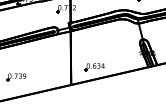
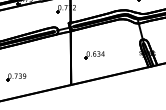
part at (94, 67) position: (94, 67) -> (94, 55)
